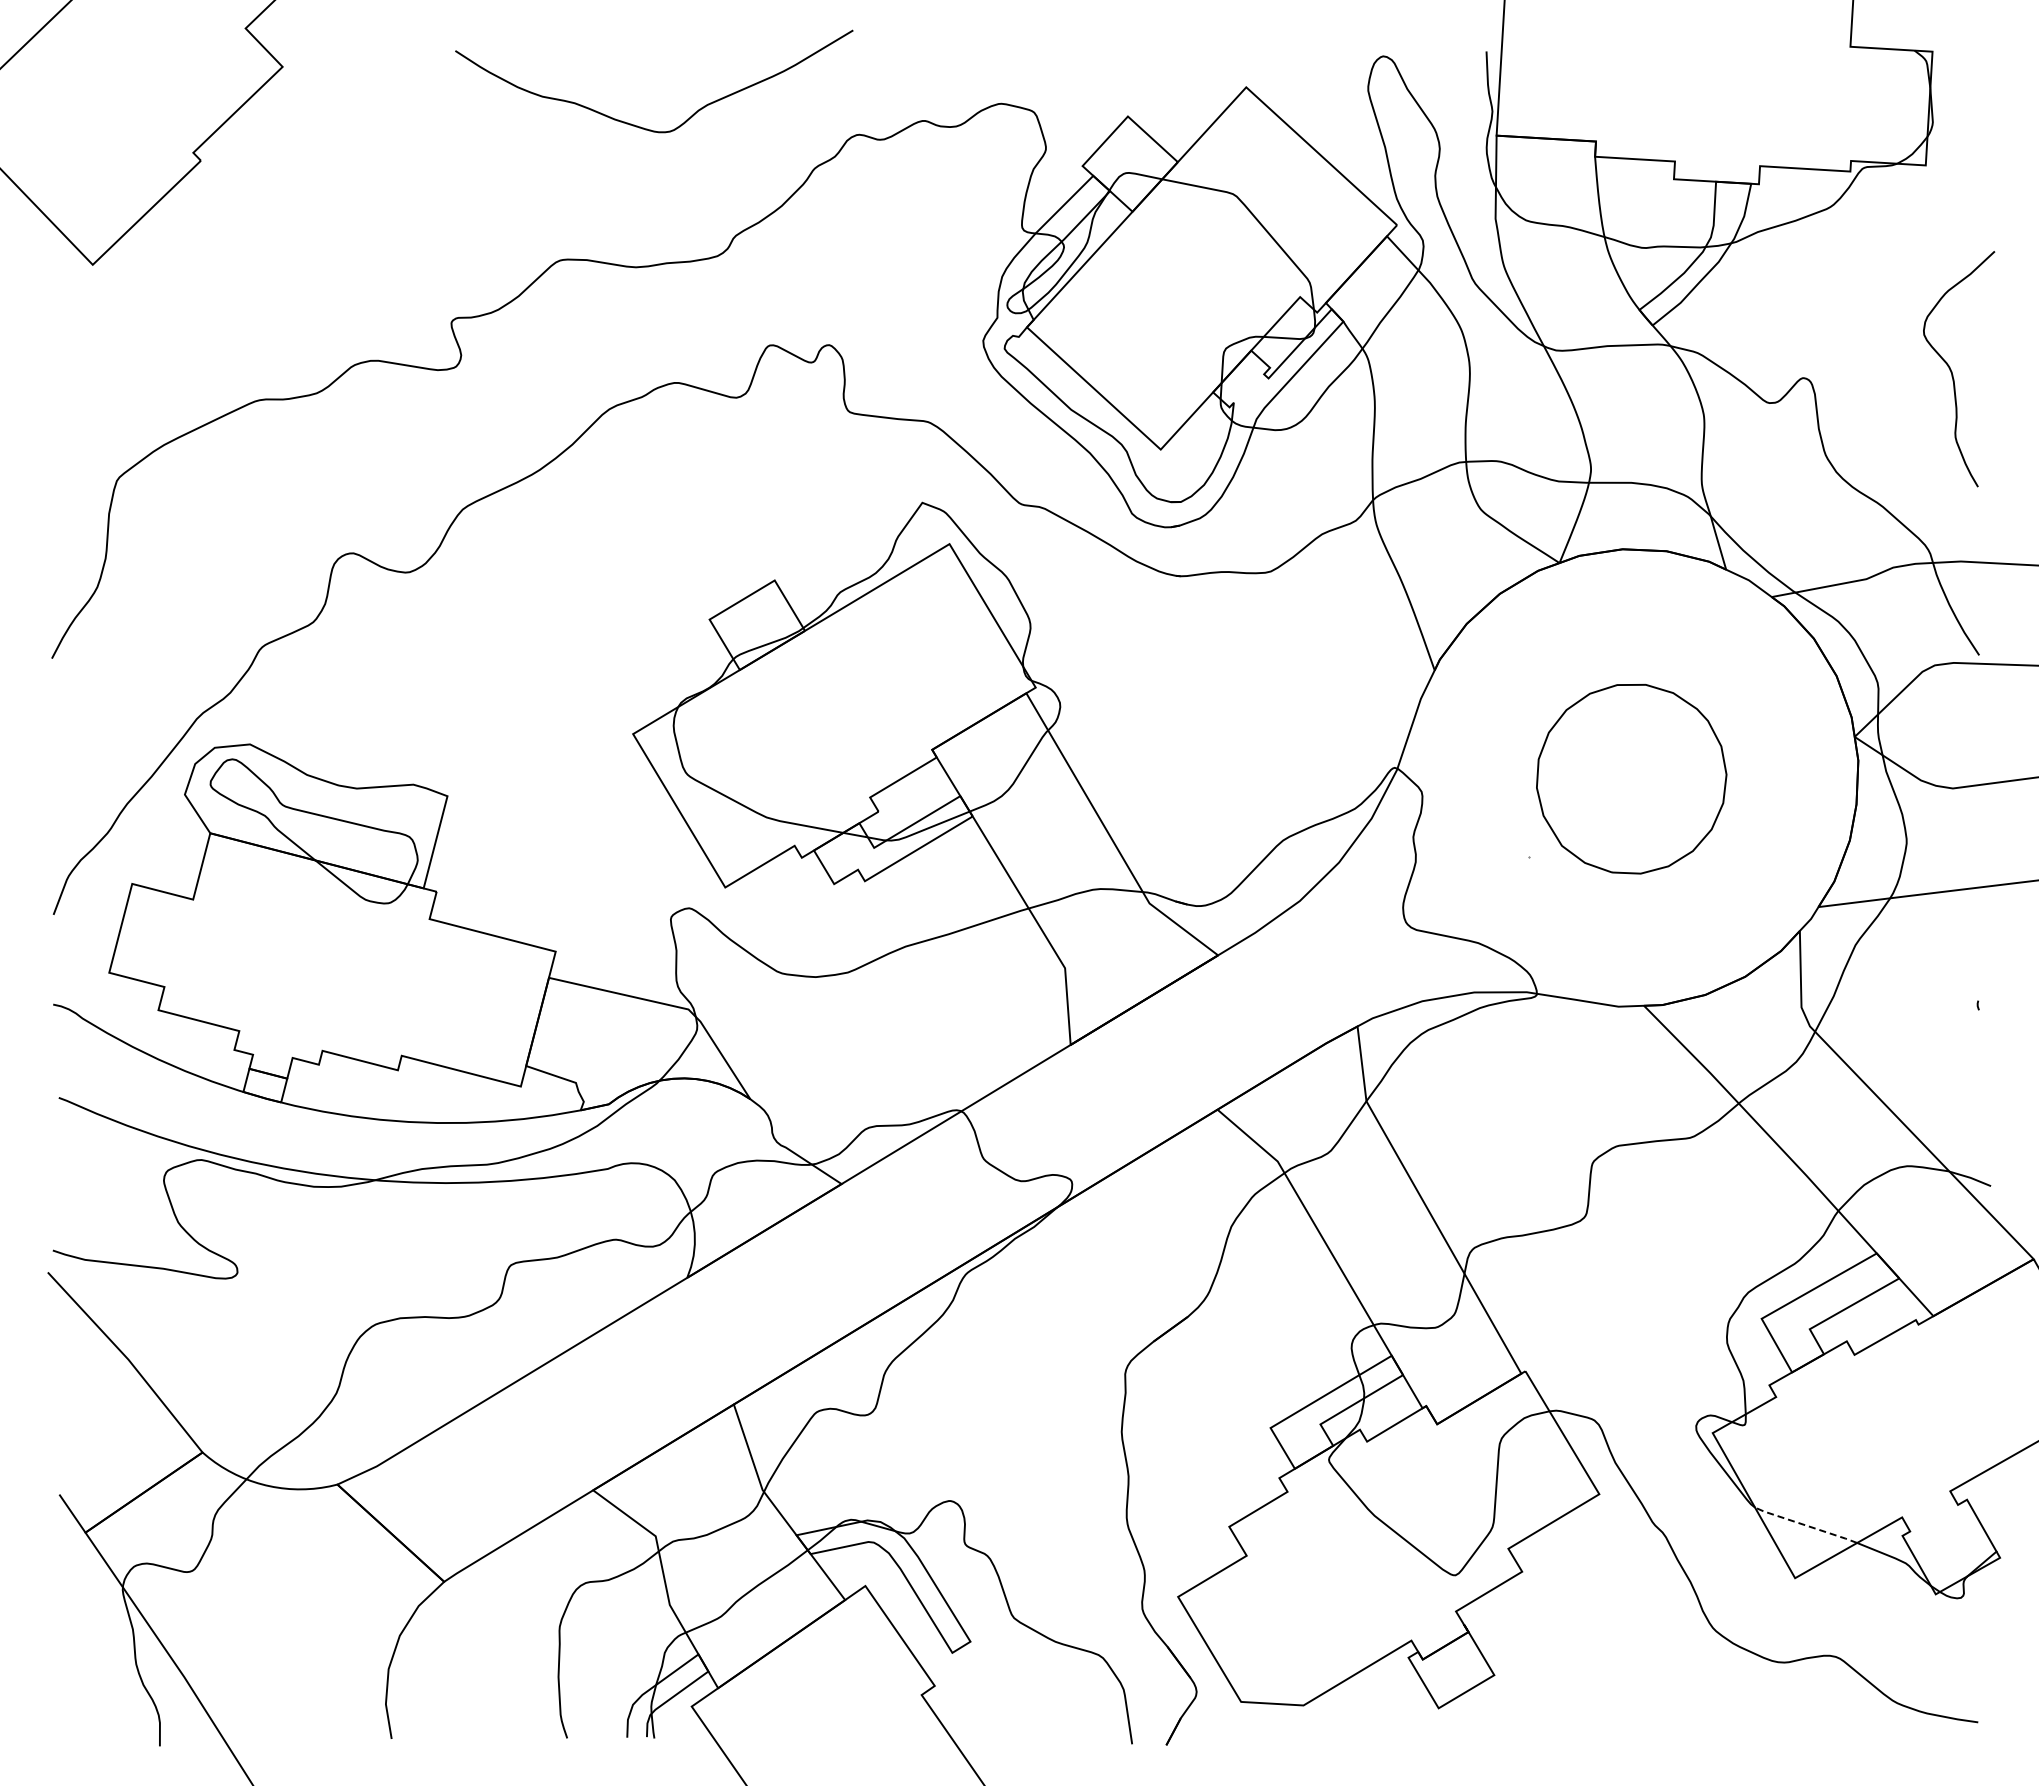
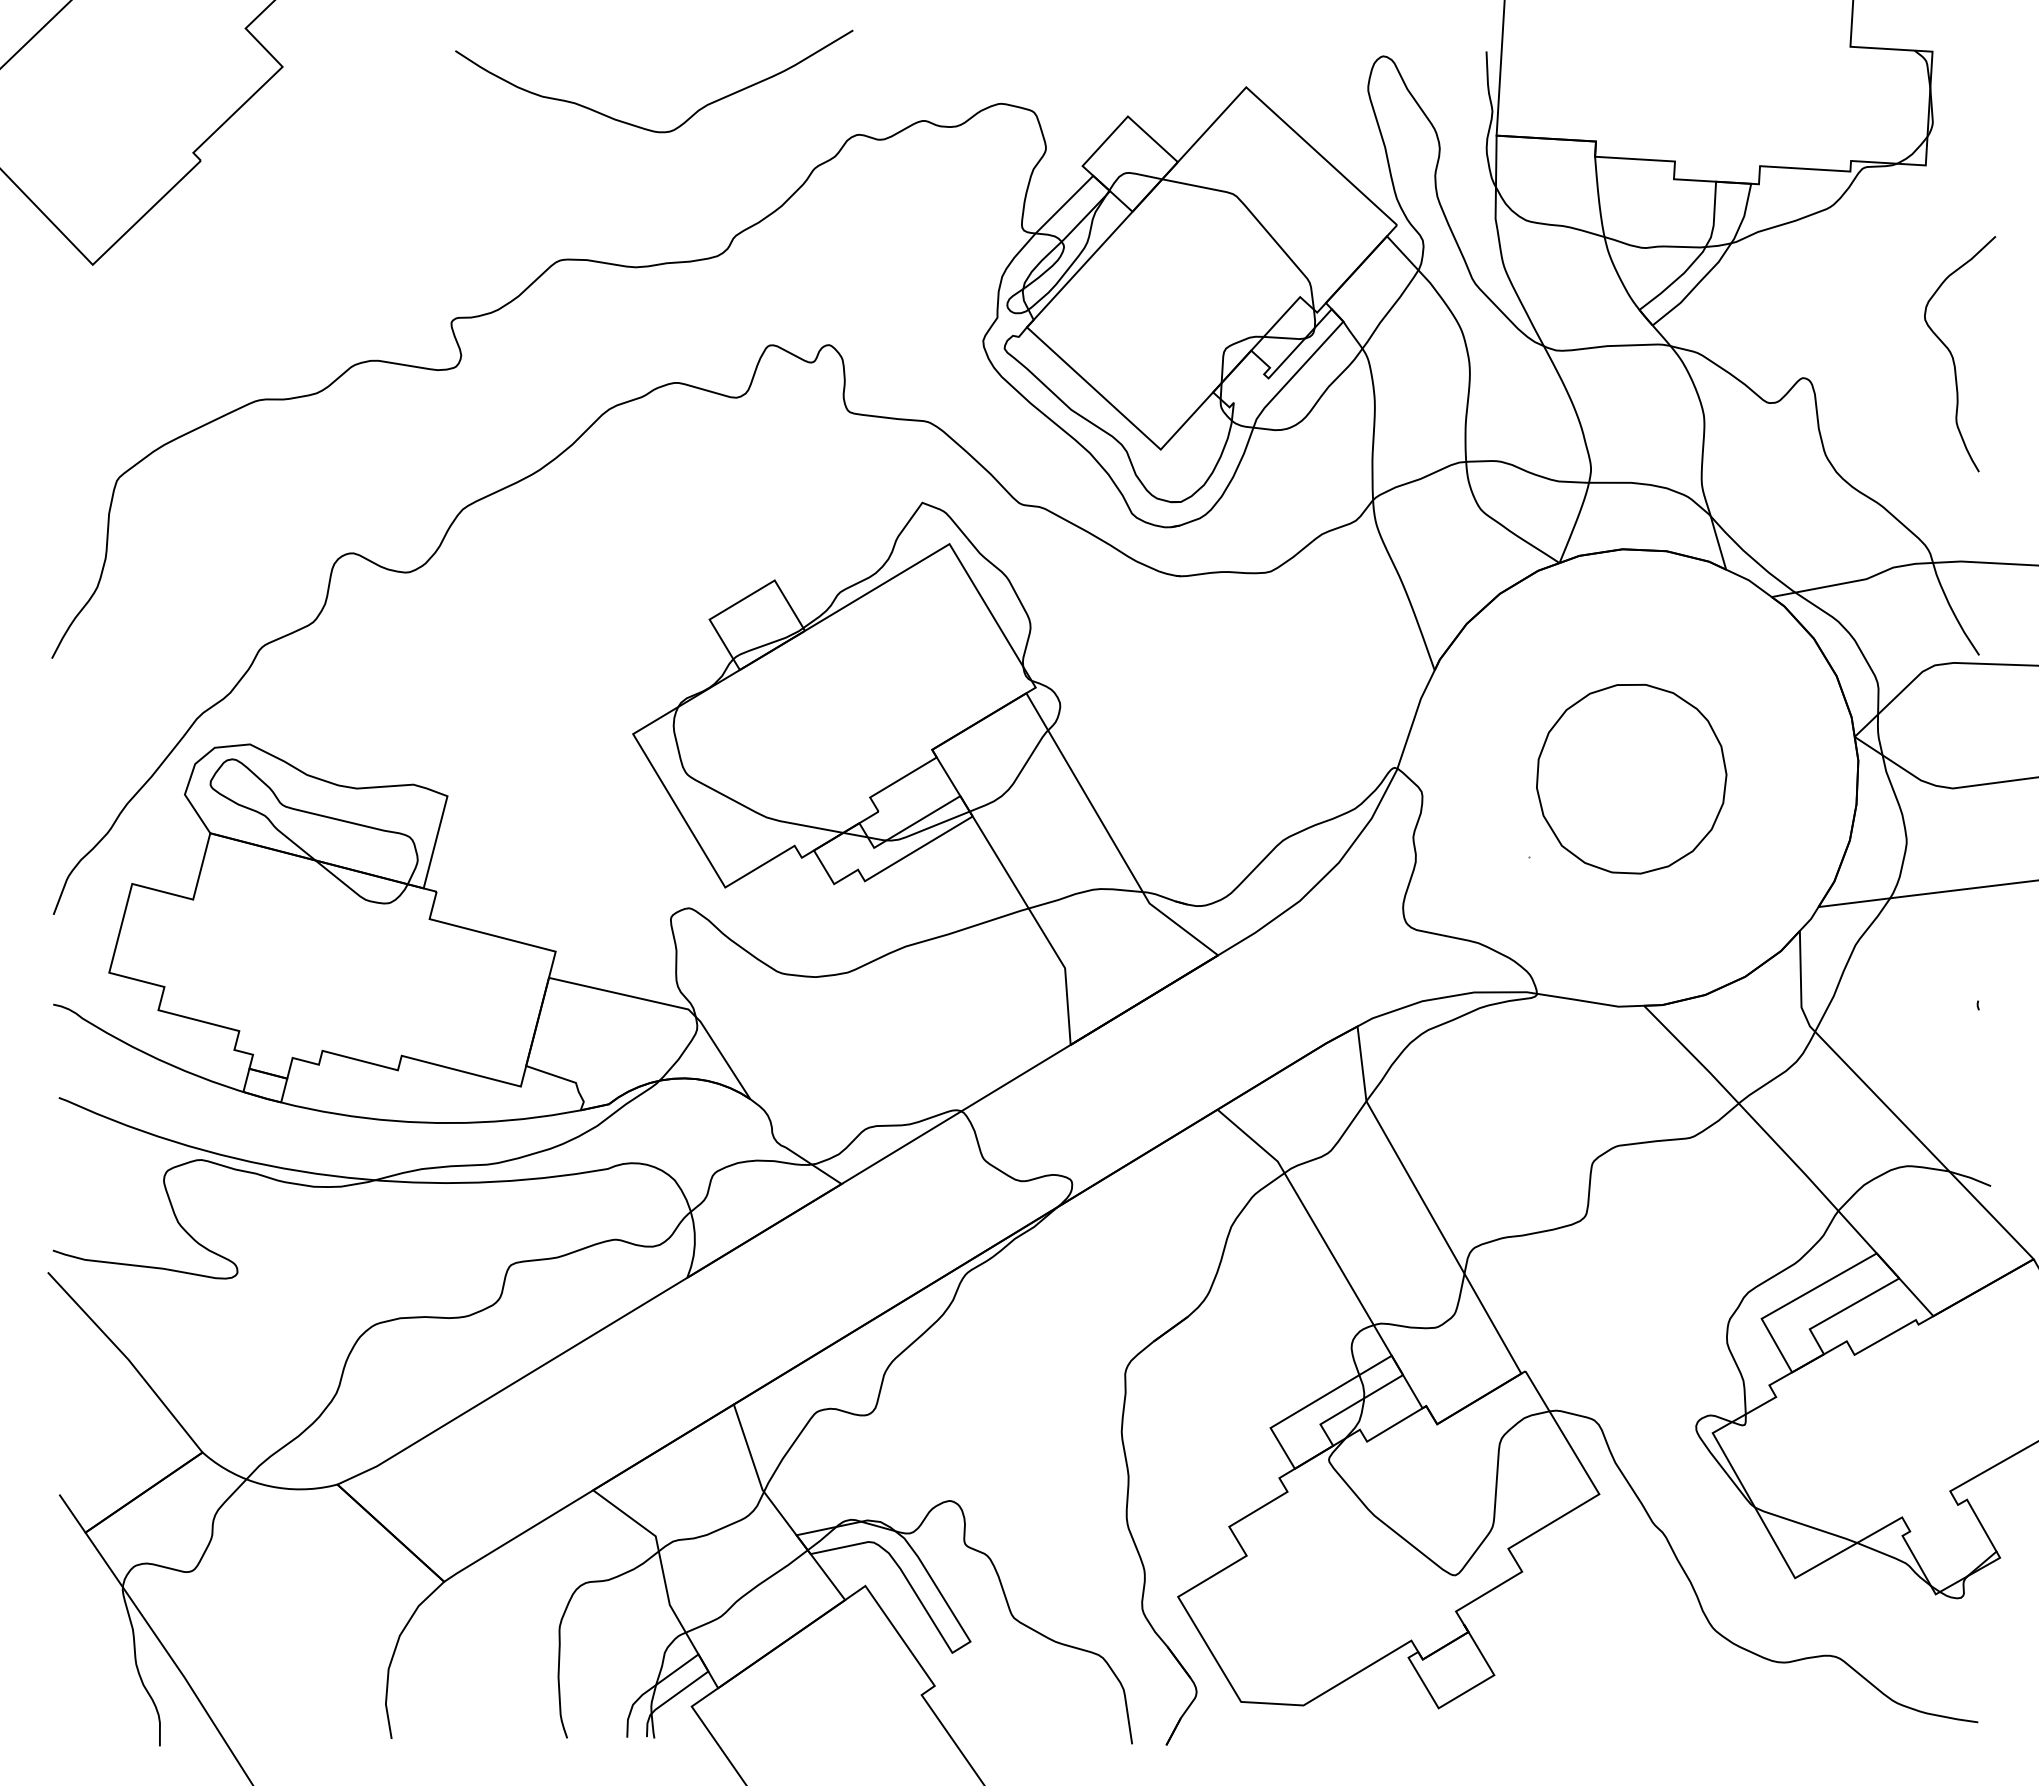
curve at (1952, 371) position: (1952, 371) -> (1953, 356)
line at (1806, 1525): dashed -> solid
